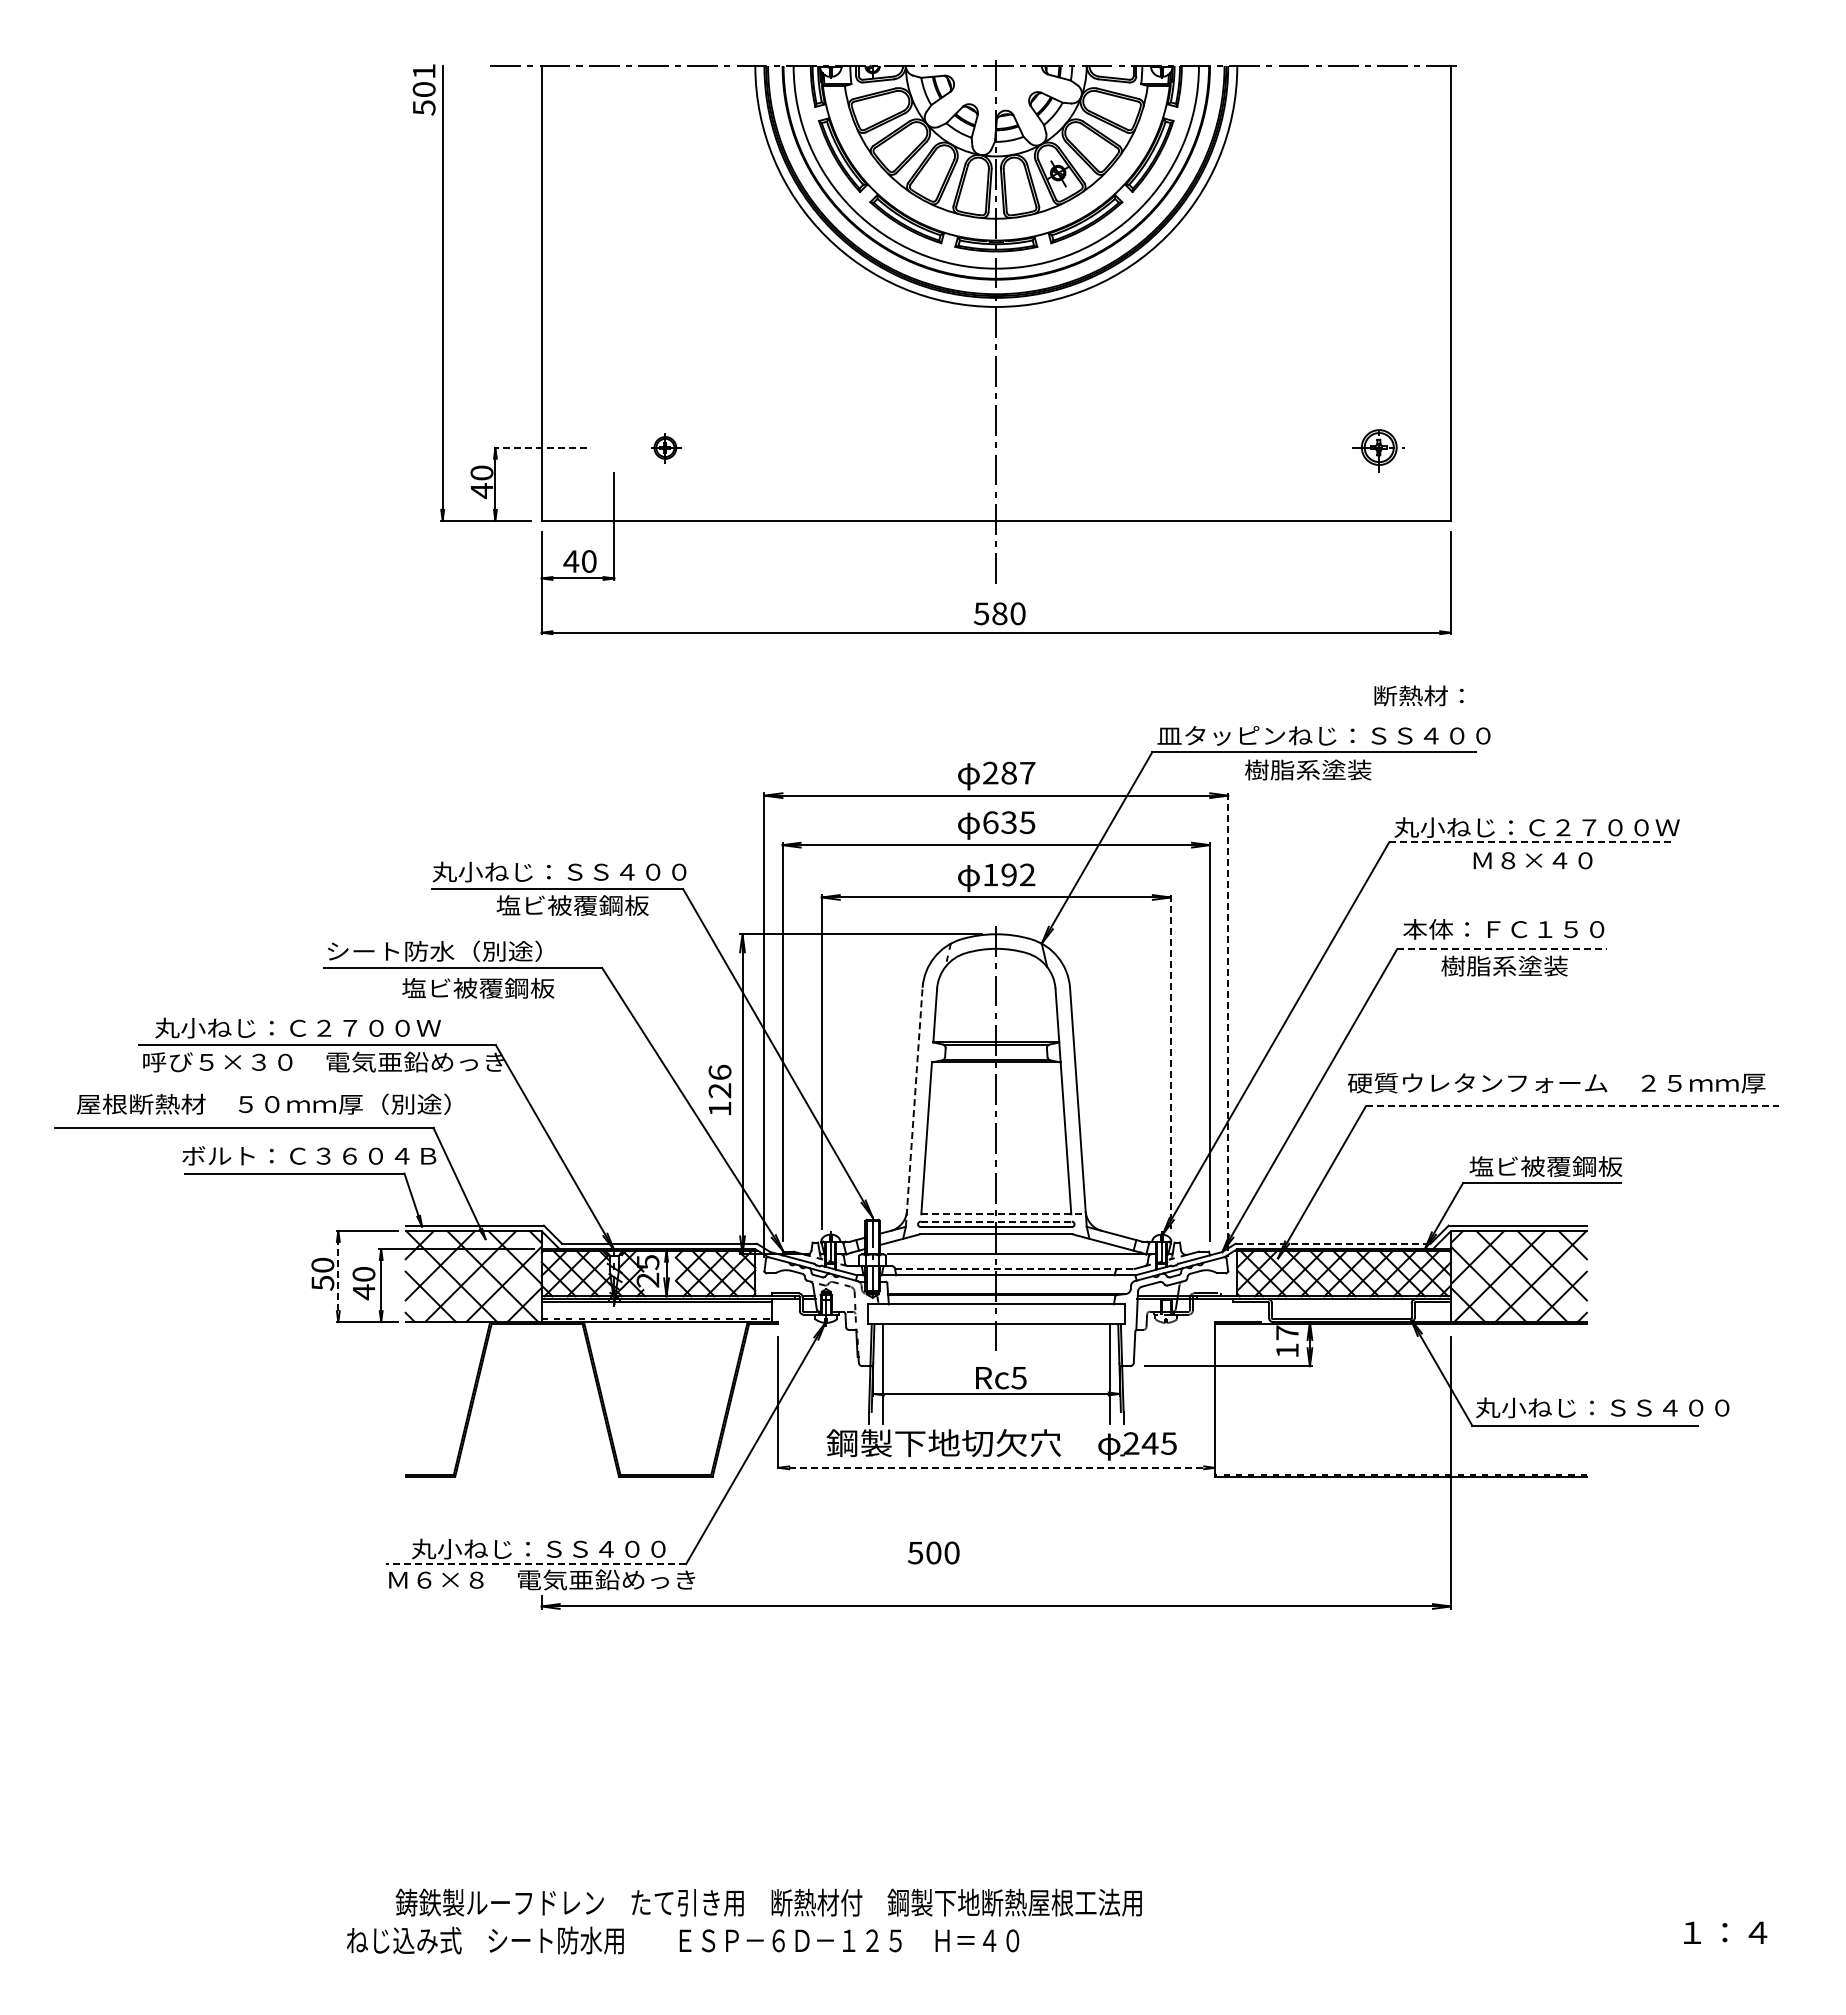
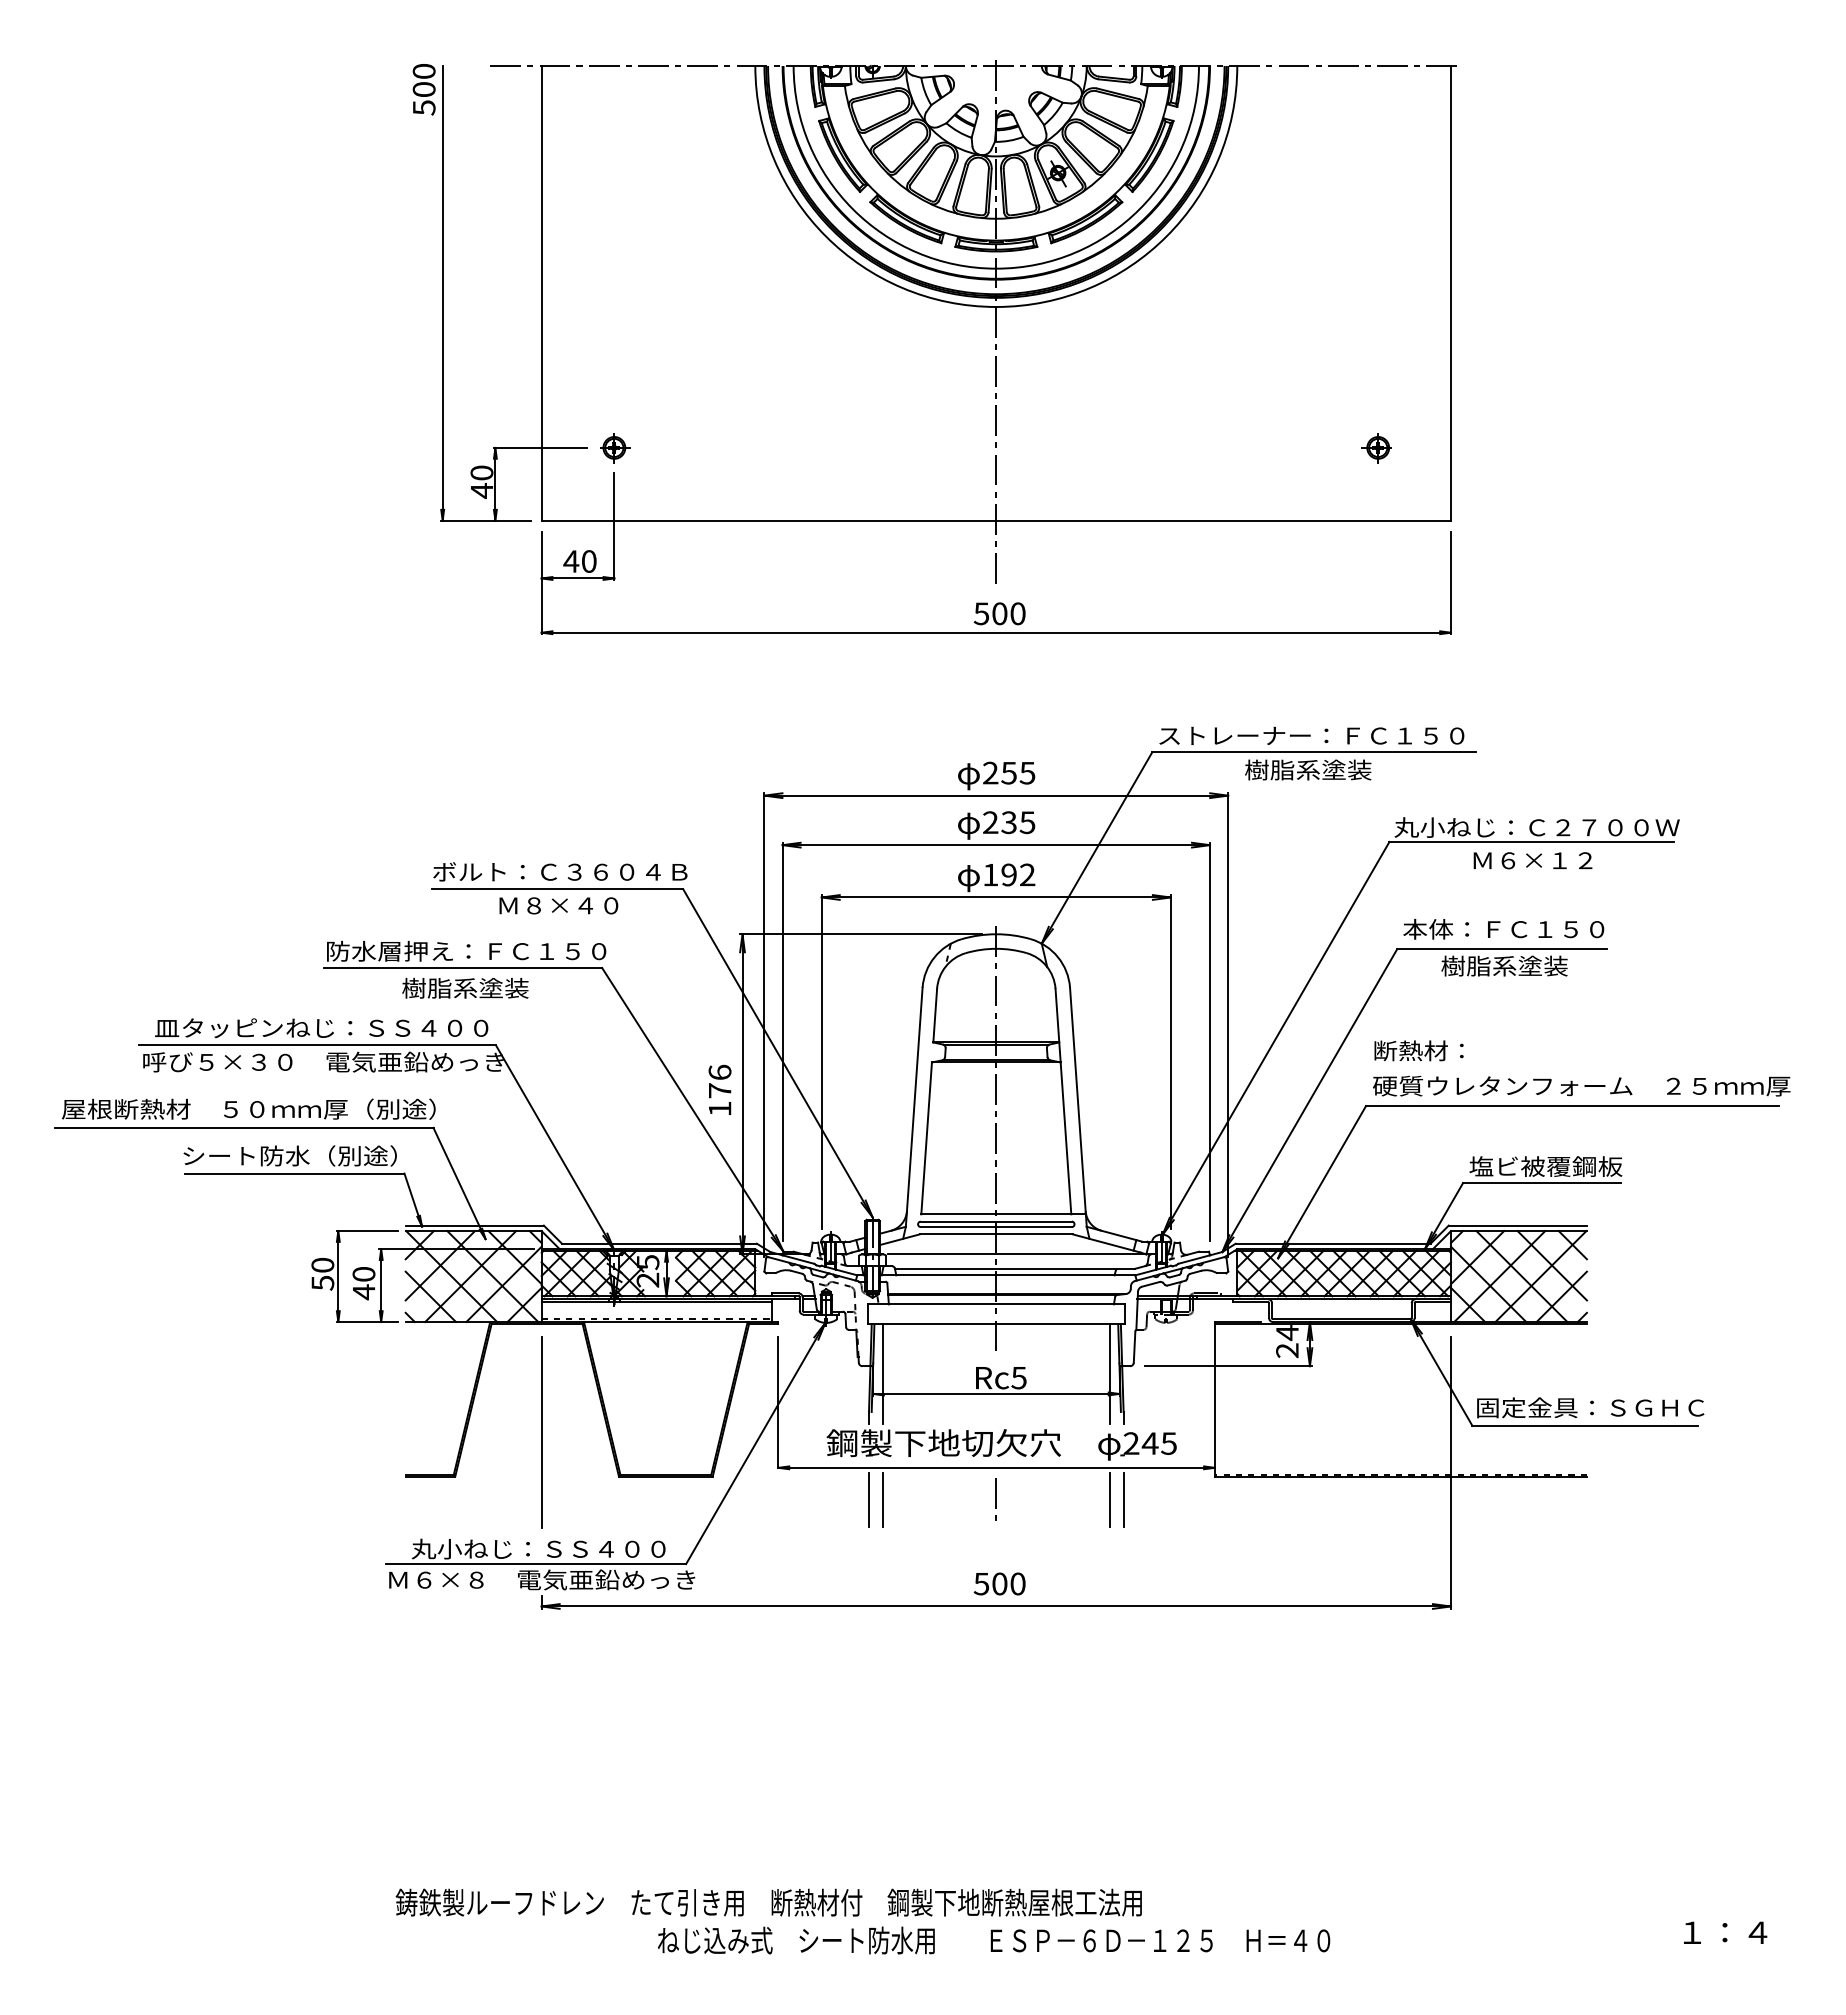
text at (423, 71): 501 -> 500
line at (540, 447): dashed -> solid
part at (666, 448) position: (666, 448) -> (615, 448)
part at (1378, 450) size: 53x44 px -> 31x31 px
text at (999, 614): 580 -> 500
text at (1418, 695) position: (1418, 695) -> (1418, 1050)
text at (1323, 735): 皿タッピンねじ：ＳＳ４００ -> ストレーナー：ＦＣ１５０
text at (1018, 772): 287 -> 255
text at (990, 822): 635 -> 235
line at (1532, 842): dashed -> solid
text at (1546, 860): Ｍ８×４０ -> Ｍ６×１２
text at (559, 871): 丸小ねじ：ＳＳ４００ -> ボルト：Ｃ３６０４Ｂ
text at (572, 905): 塩ビ被覆鋼板 -> Ｍ８×４０
line at (1502, 949): dashed -> solid
text at (466, 950): シート防水（別途） -> 防水層押え：ＦＣ１５０
text at (478, 987): 塩ビ被覆鋼板 -> 樹脂系塗装
line at (1228, 1025): dashed -> solid
text at (321, 1027): 丸小ねじ：Ｃ２７００Ｗ -> 皿タッピンねじ：ＳＳ４００
line at (1170, 1062): dashed -> solid
text at (1556, 1082) position: (1556, 1082) -> (1581, 1085)
text at (719, 1090): 126 -> 176
text at (263, 1103) position: (263, 1103) -> (248, 1108)
line at (1573, 1106): dashed -> solid
line at (914, 1107): dashed -> solid
text at (309, 1155): ボルト：Ｃ３６０４Ｂ -> シート防水（別途）
line at (1004, 1214): dashed -> solid
line at (996, 1221): dashed -> solid
line at (1333, 1243): dashed -> solid
line at (1014, 1268): dashed -> solid
line at (338, 1276): dashed -> solid
text at (1287, 1341): 17 -> 24
text at (1602, 1407): 丸小ねじ：ＳＳ４００ -> 固定金具：ＳＧＨＣ
line at (541, 1432): none -> present
line at (997, 1467): dashed -> solid
line at (869, 1499): none -> present
line at (882, 1499): none -> present
line at (995, 1499): none -> present
line at (1109, 1499): none -> present
line at (1123, 1499): none -> present
text at (933, 1552) position: (933, 1552) -> (999, 1583)
line at (536, 1564): dashed -> solid
text at (683, 1940) position: (683, 1940) -> (994, 1940)
